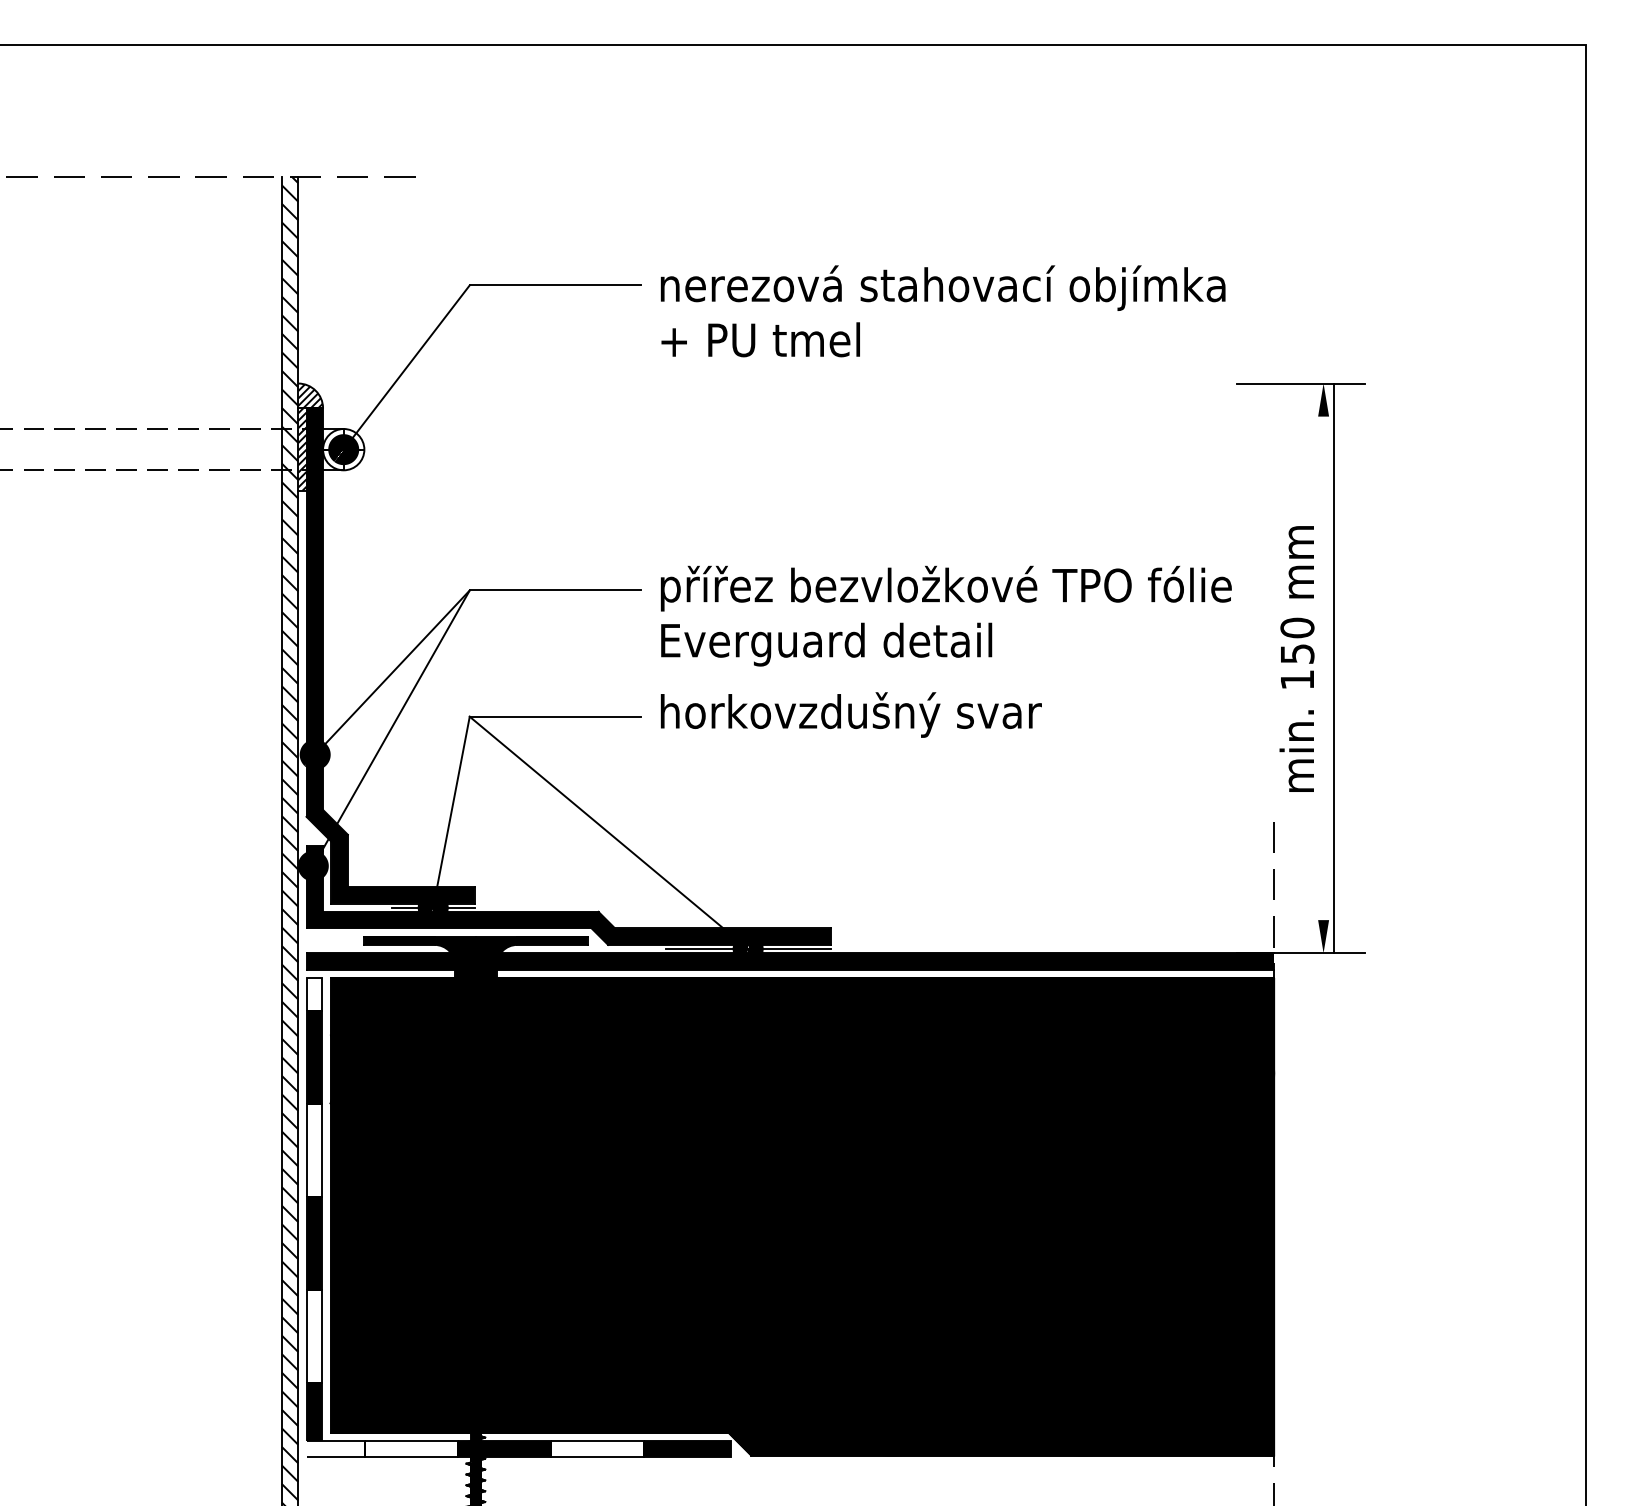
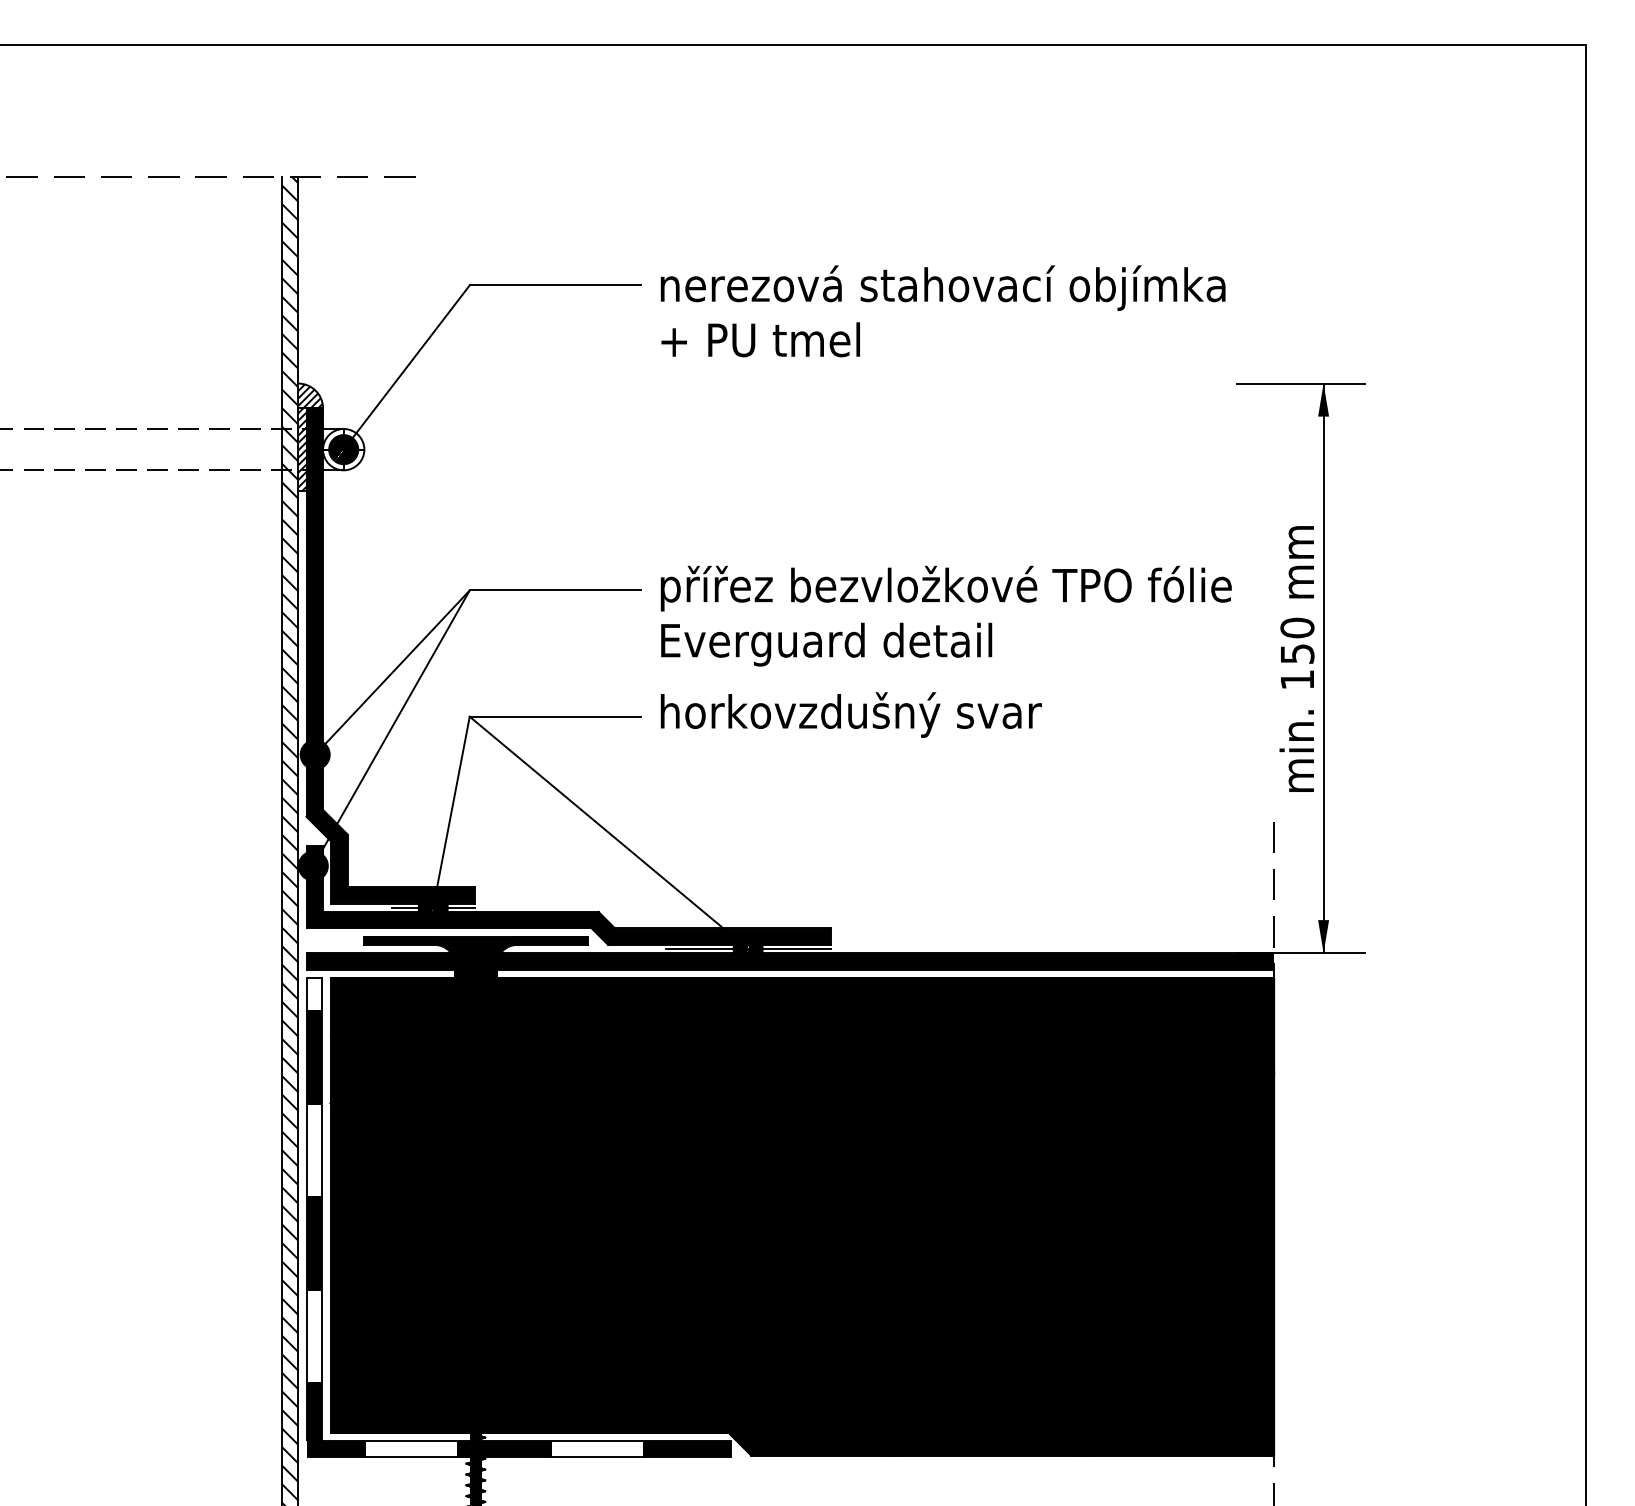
line at (1333, 668) position: (1333, 668) -> (1323, 668)
fill at (335, 1448): none -> present
